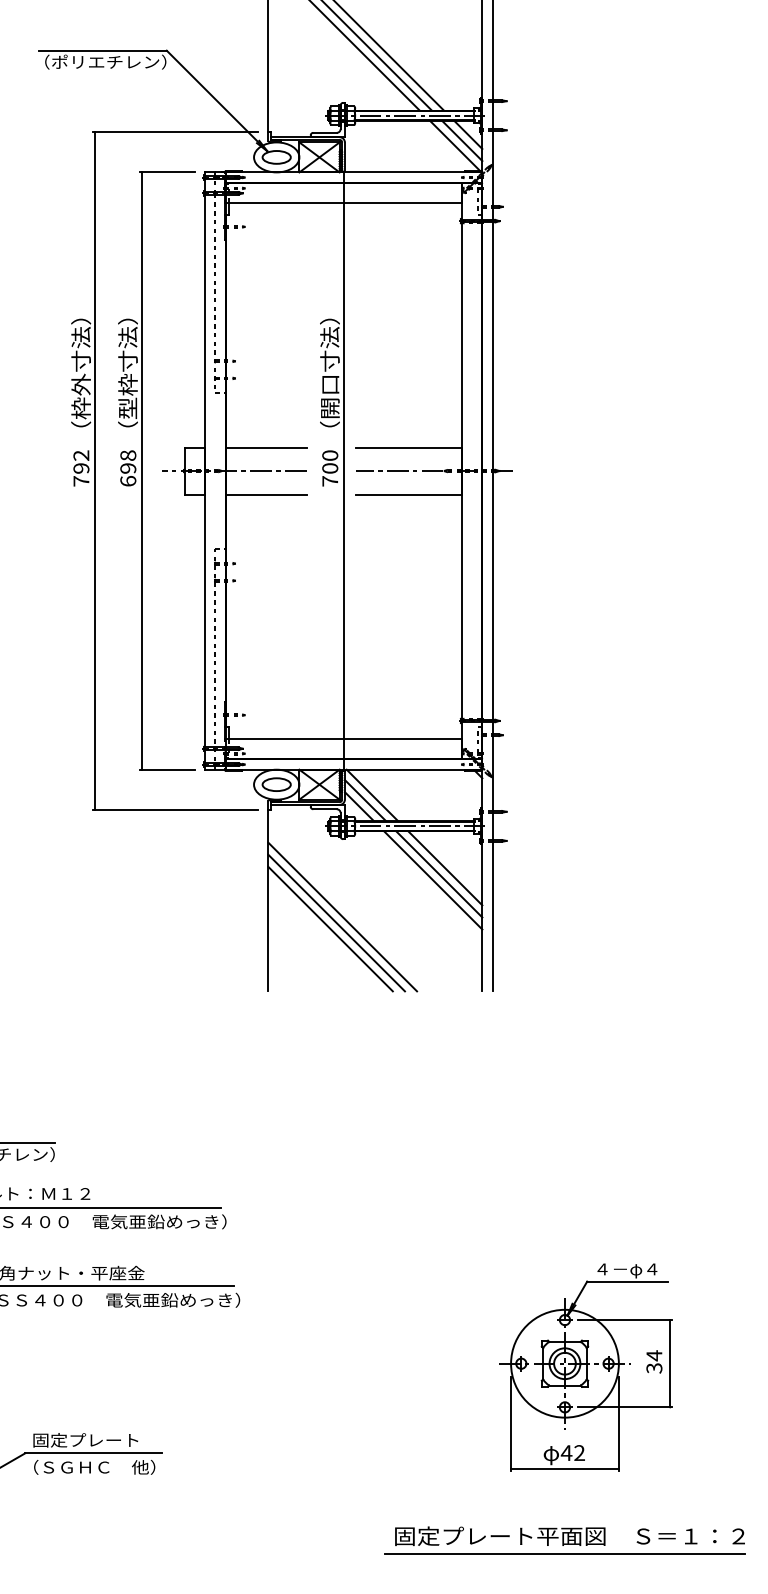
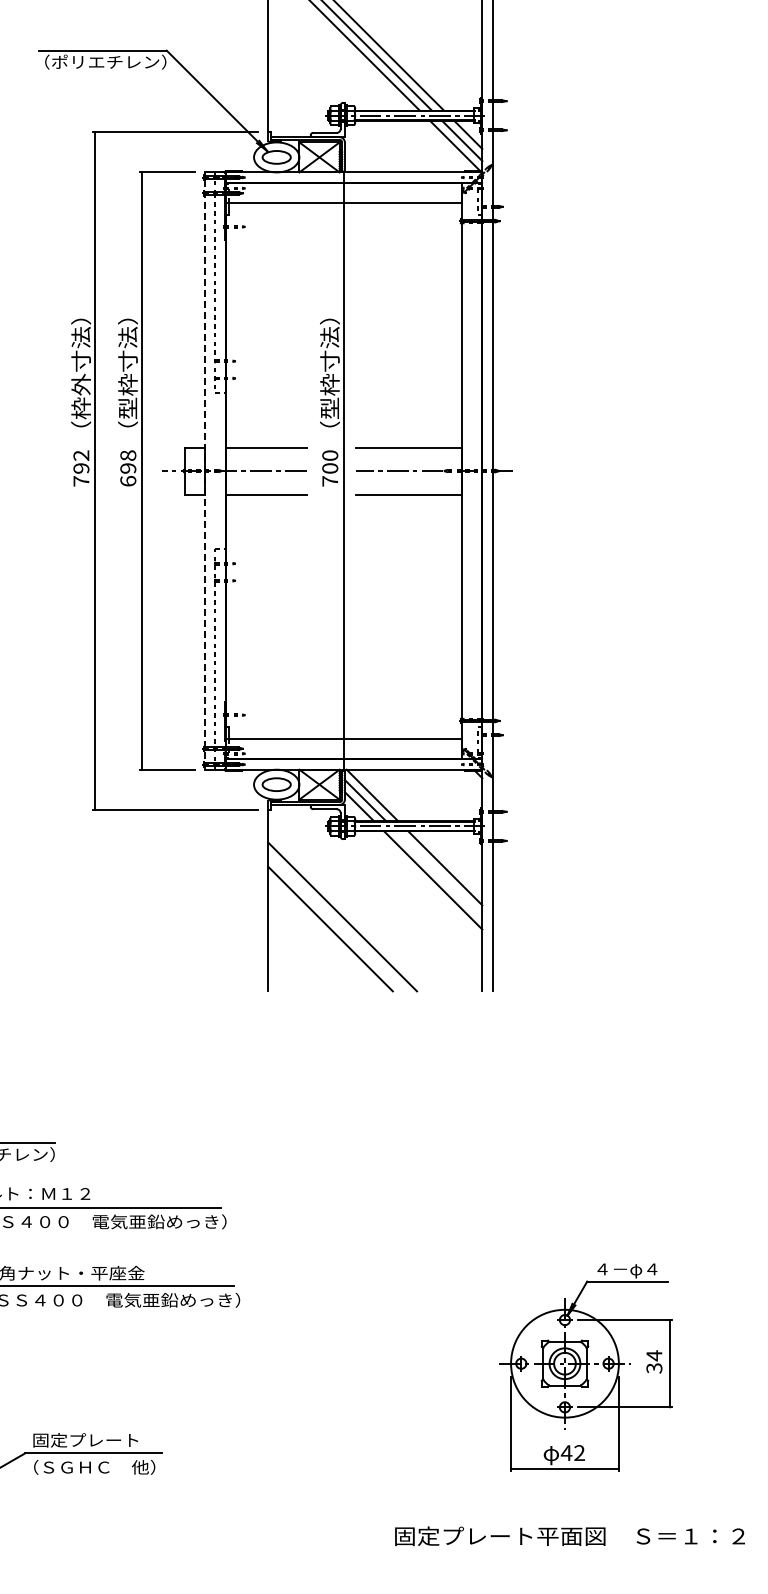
text at (329, 396): （開口寸法） -> （型枠寸法）
line at (205, 471): solid -> dashed
line at (439, 874): present -> none
line at (336, 922): present -> none
line at (564, 1553): present -> none
